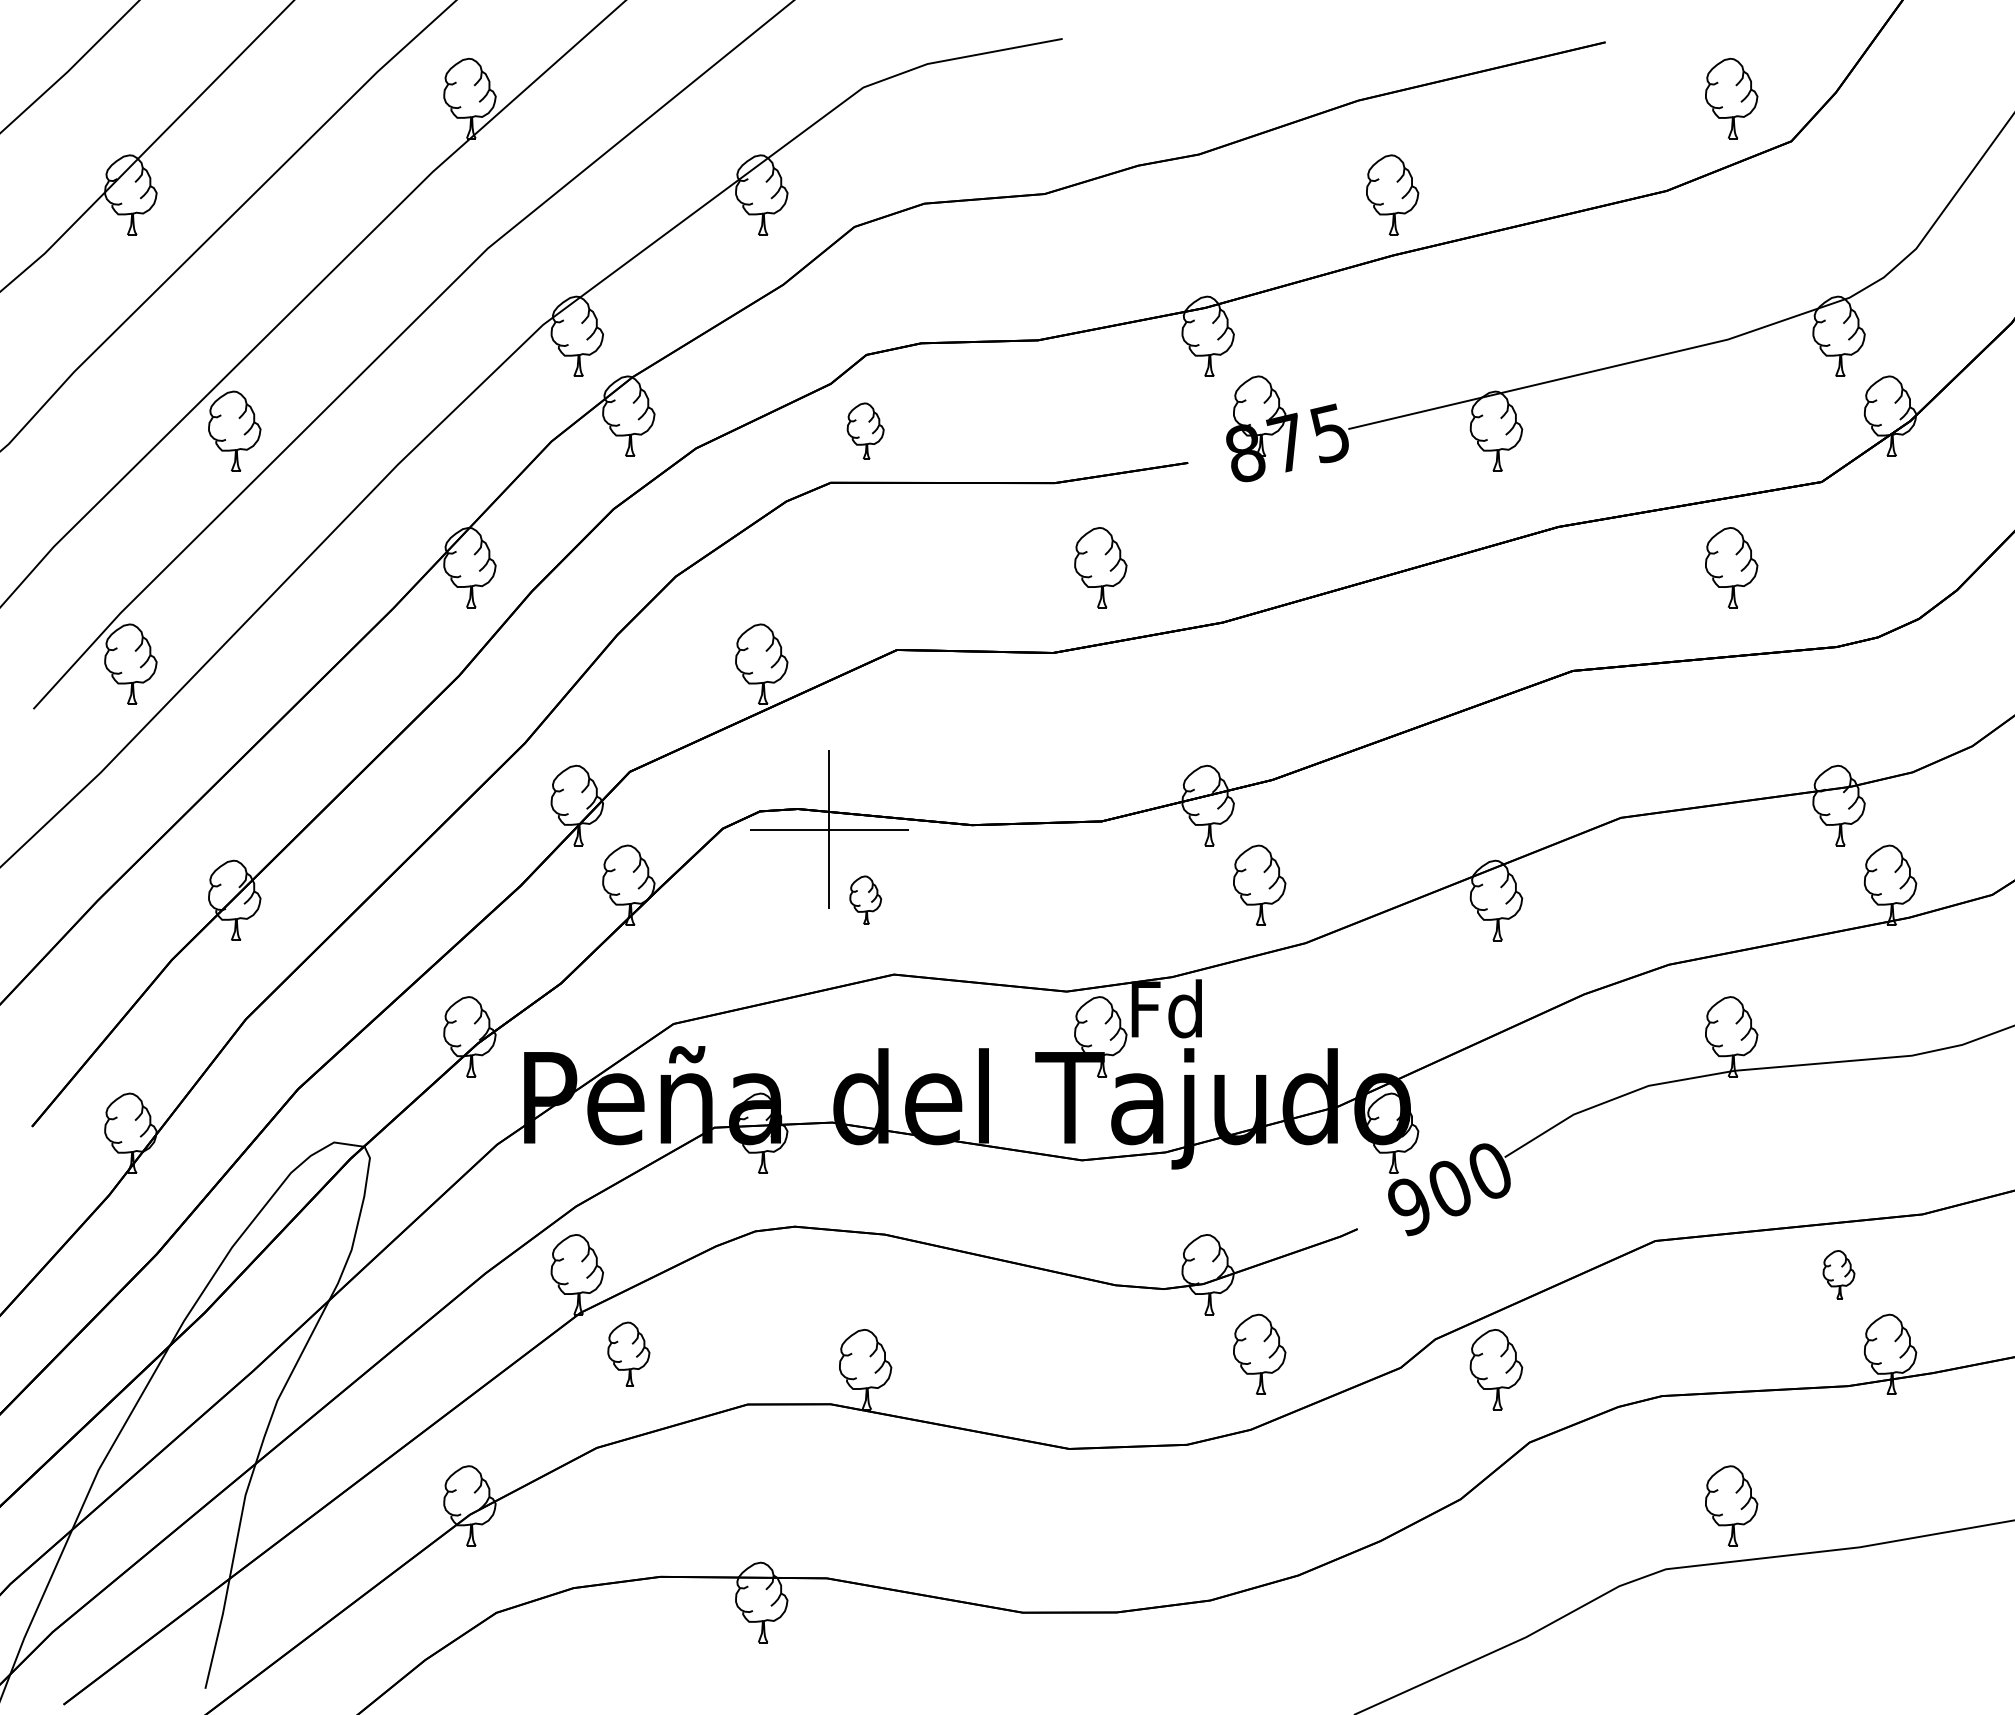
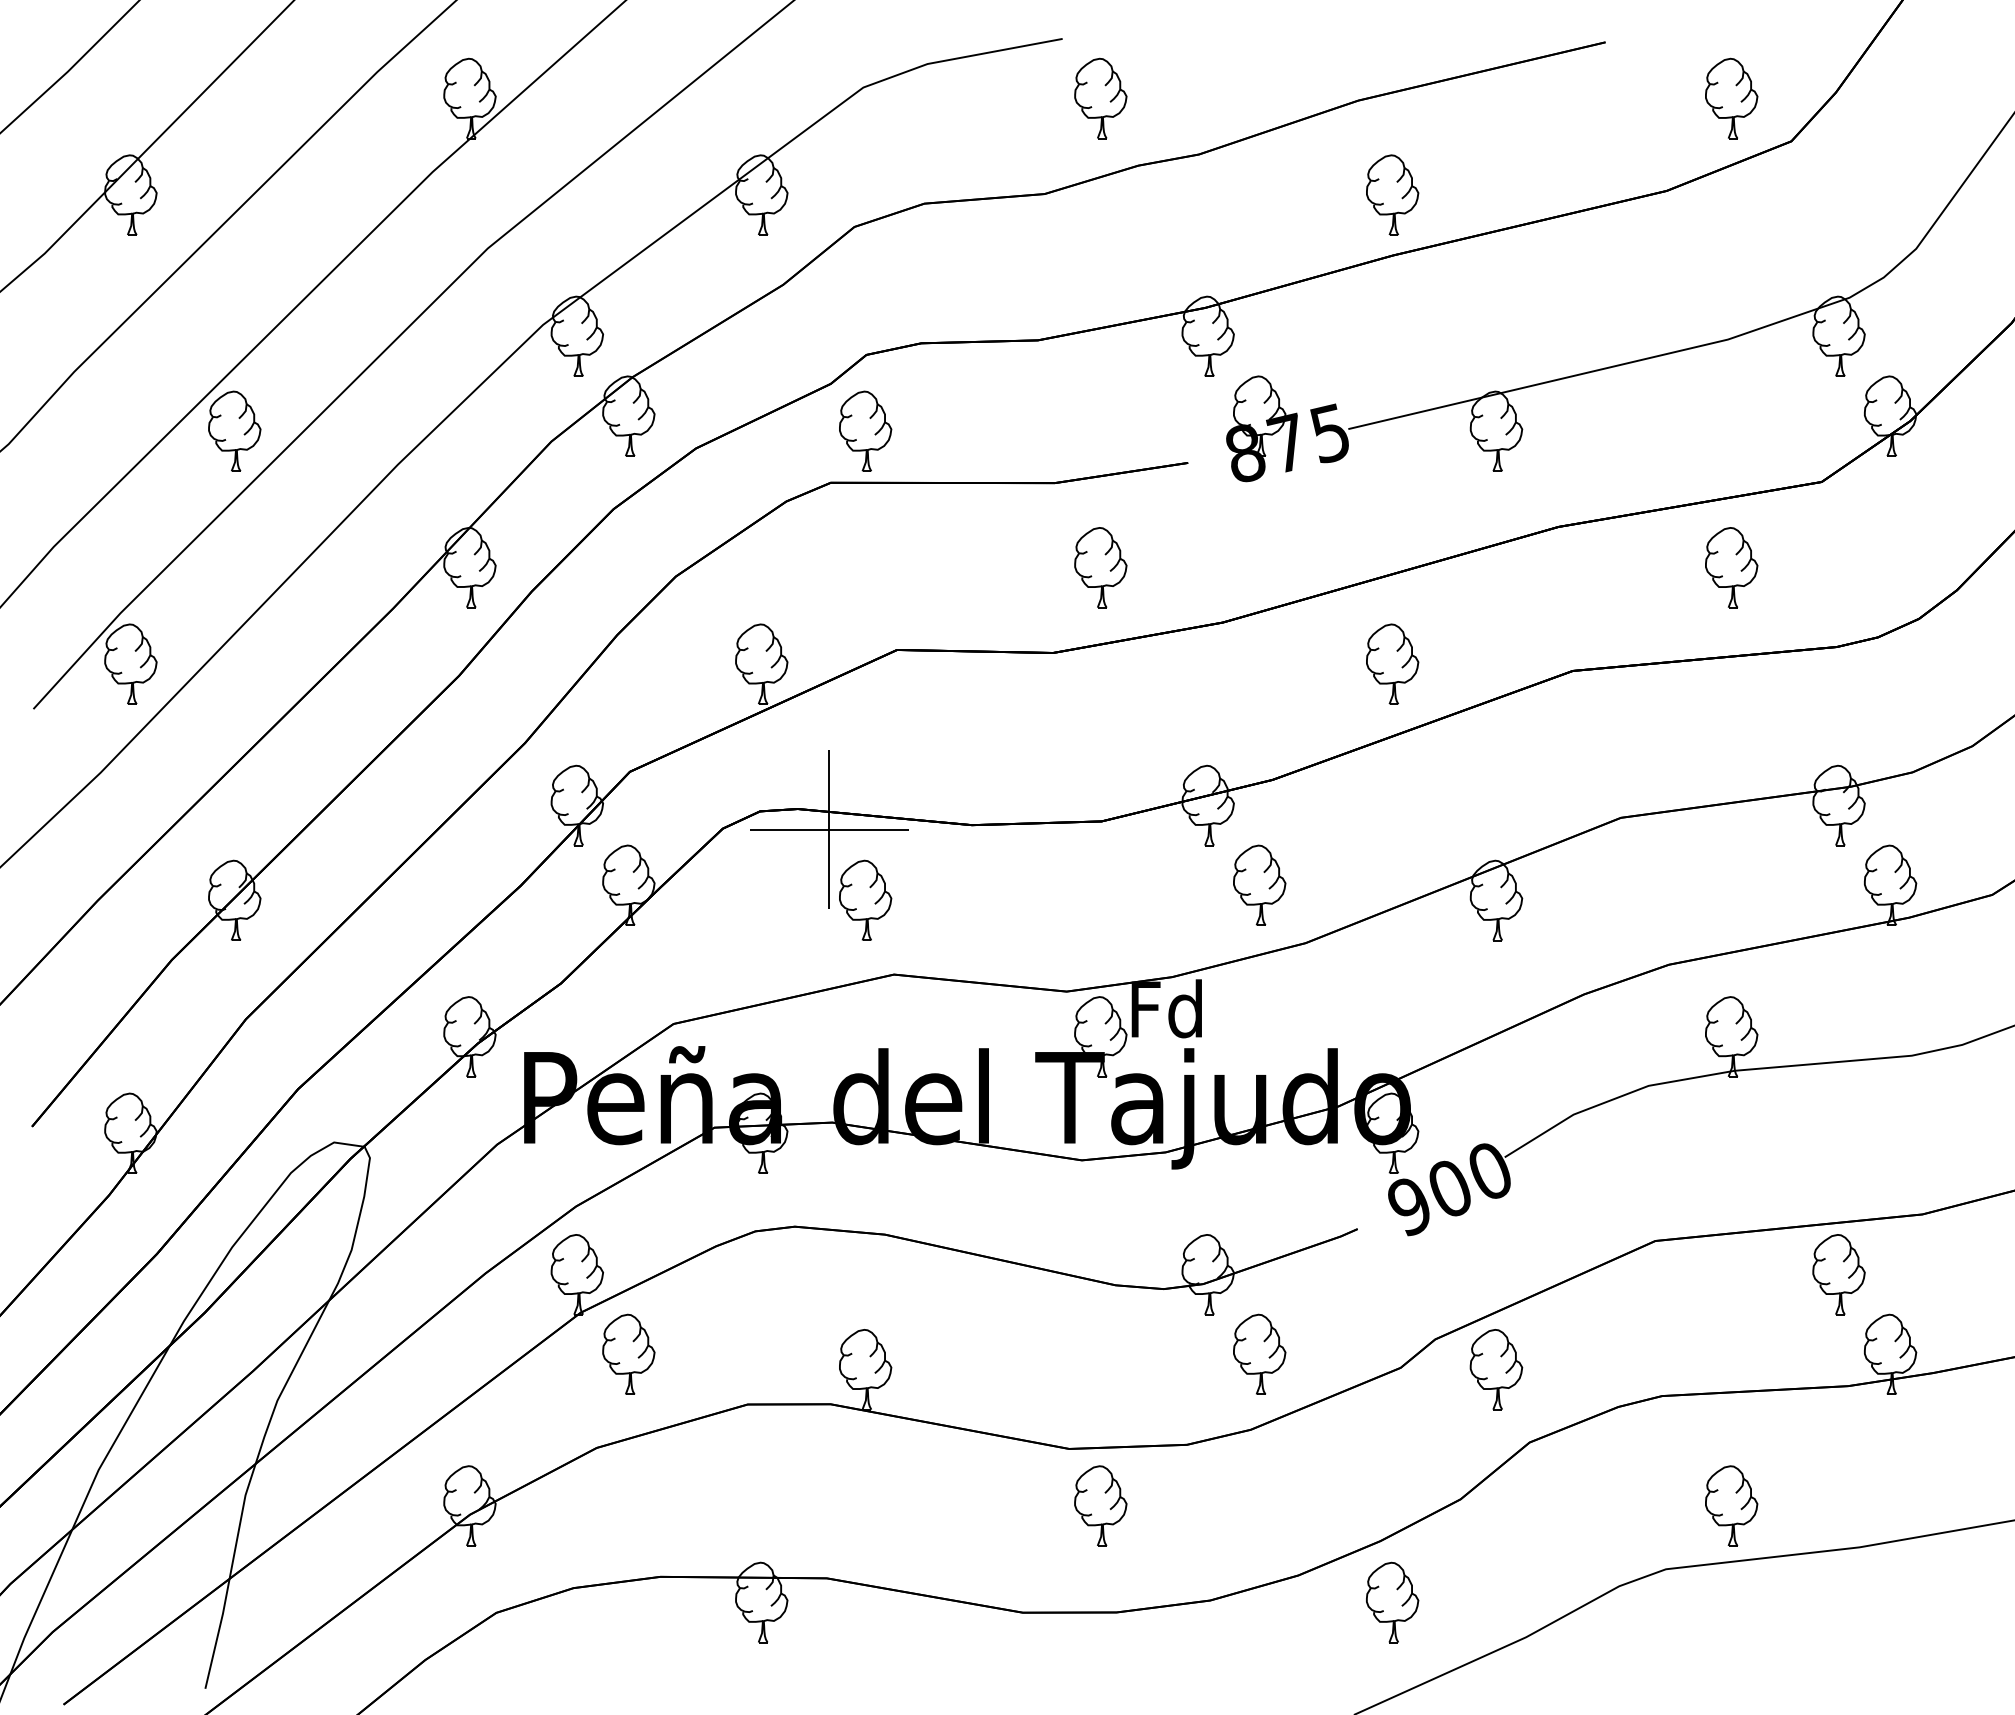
part at (1100, 98): none -> present
part at (865, 430) size: 39x58 px -> 54x82 px
part at (1392, 663): none -> present
part at (865, 899) size: 34x50 px -> 54x82 px
part at (1838, 1274) size: 34x50 px -> 54x82 px
part at (628, 1353) size: 44x66 px -> 54x82 px
part at (1100, 1505): none -> present
part at (1392, 1602): none -> present
